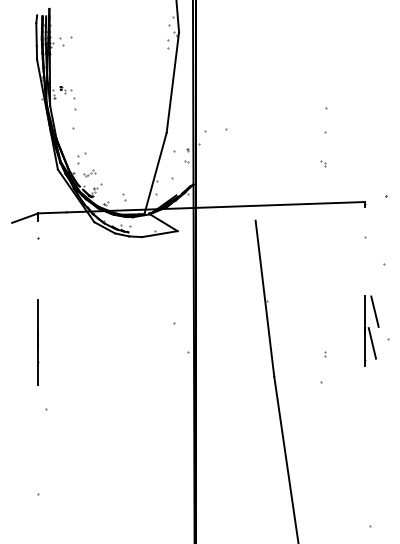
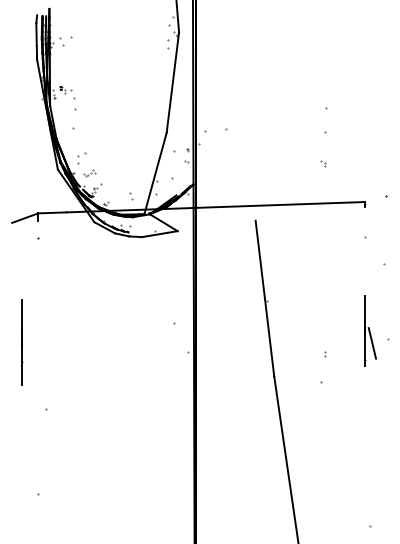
part at (124, 197) position: (124, 197) -> (131, 196)
line at (374, 311): present -> none
line at (38, 342) position: (38, 342) -> (22, 342)
